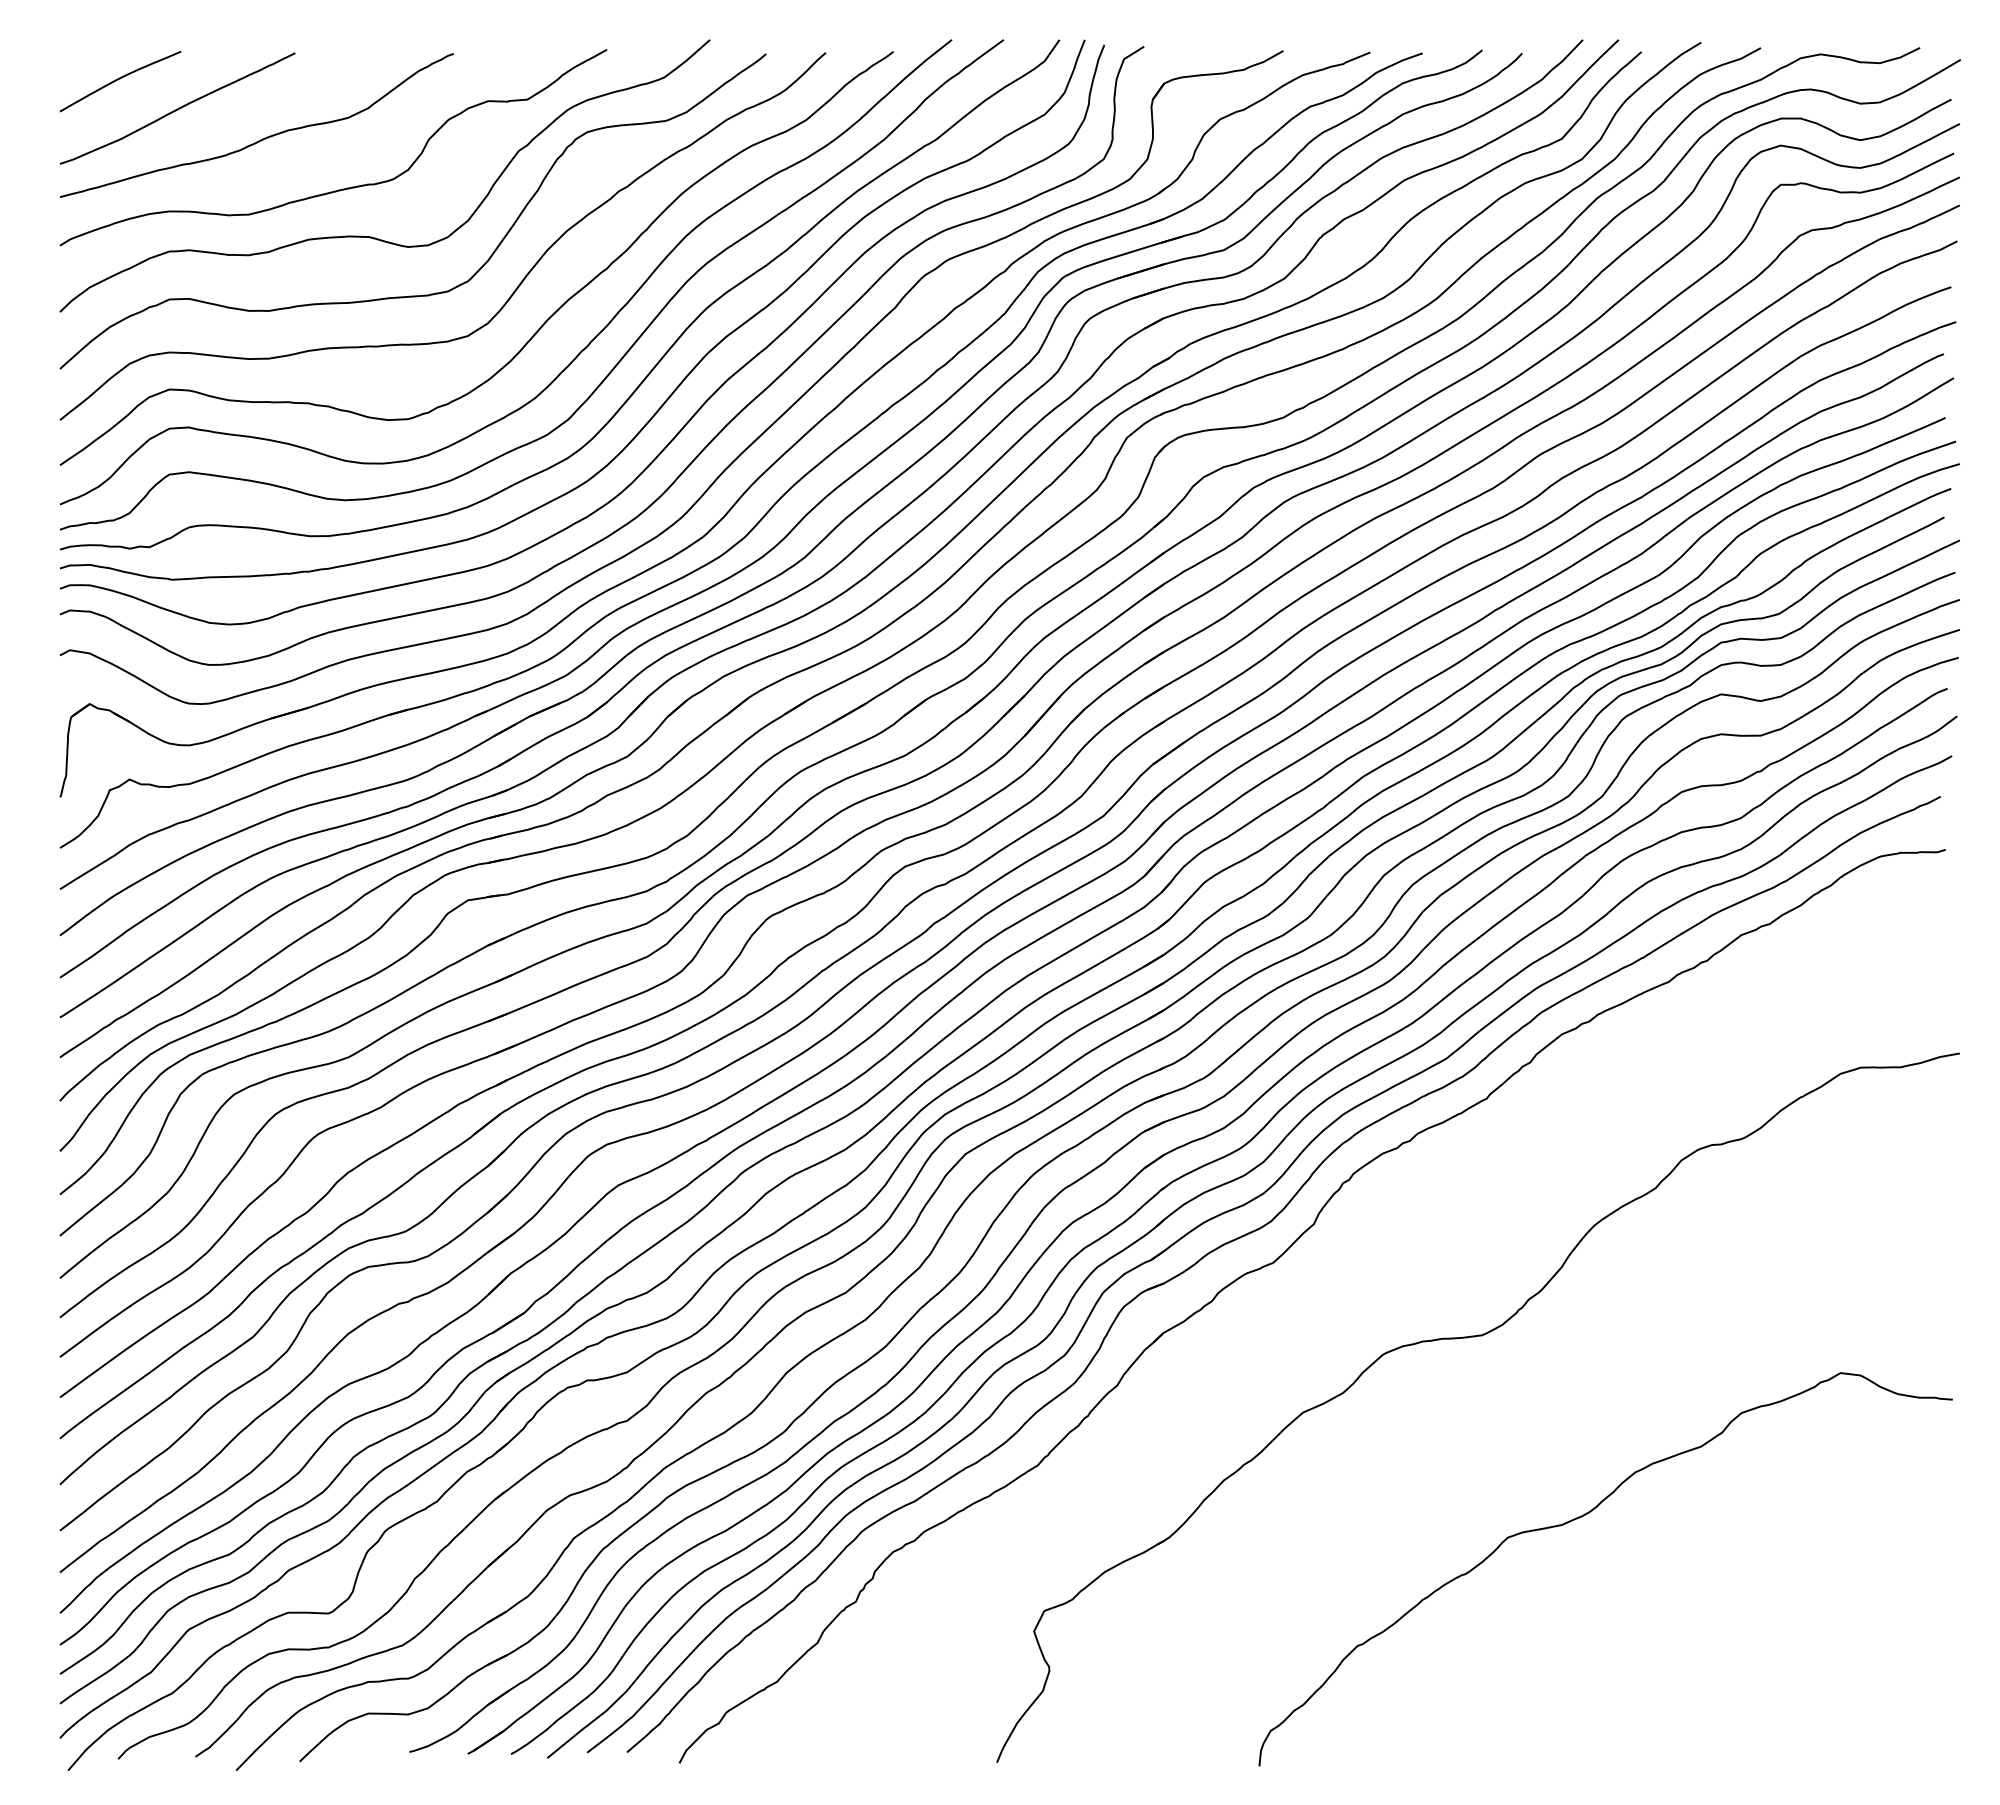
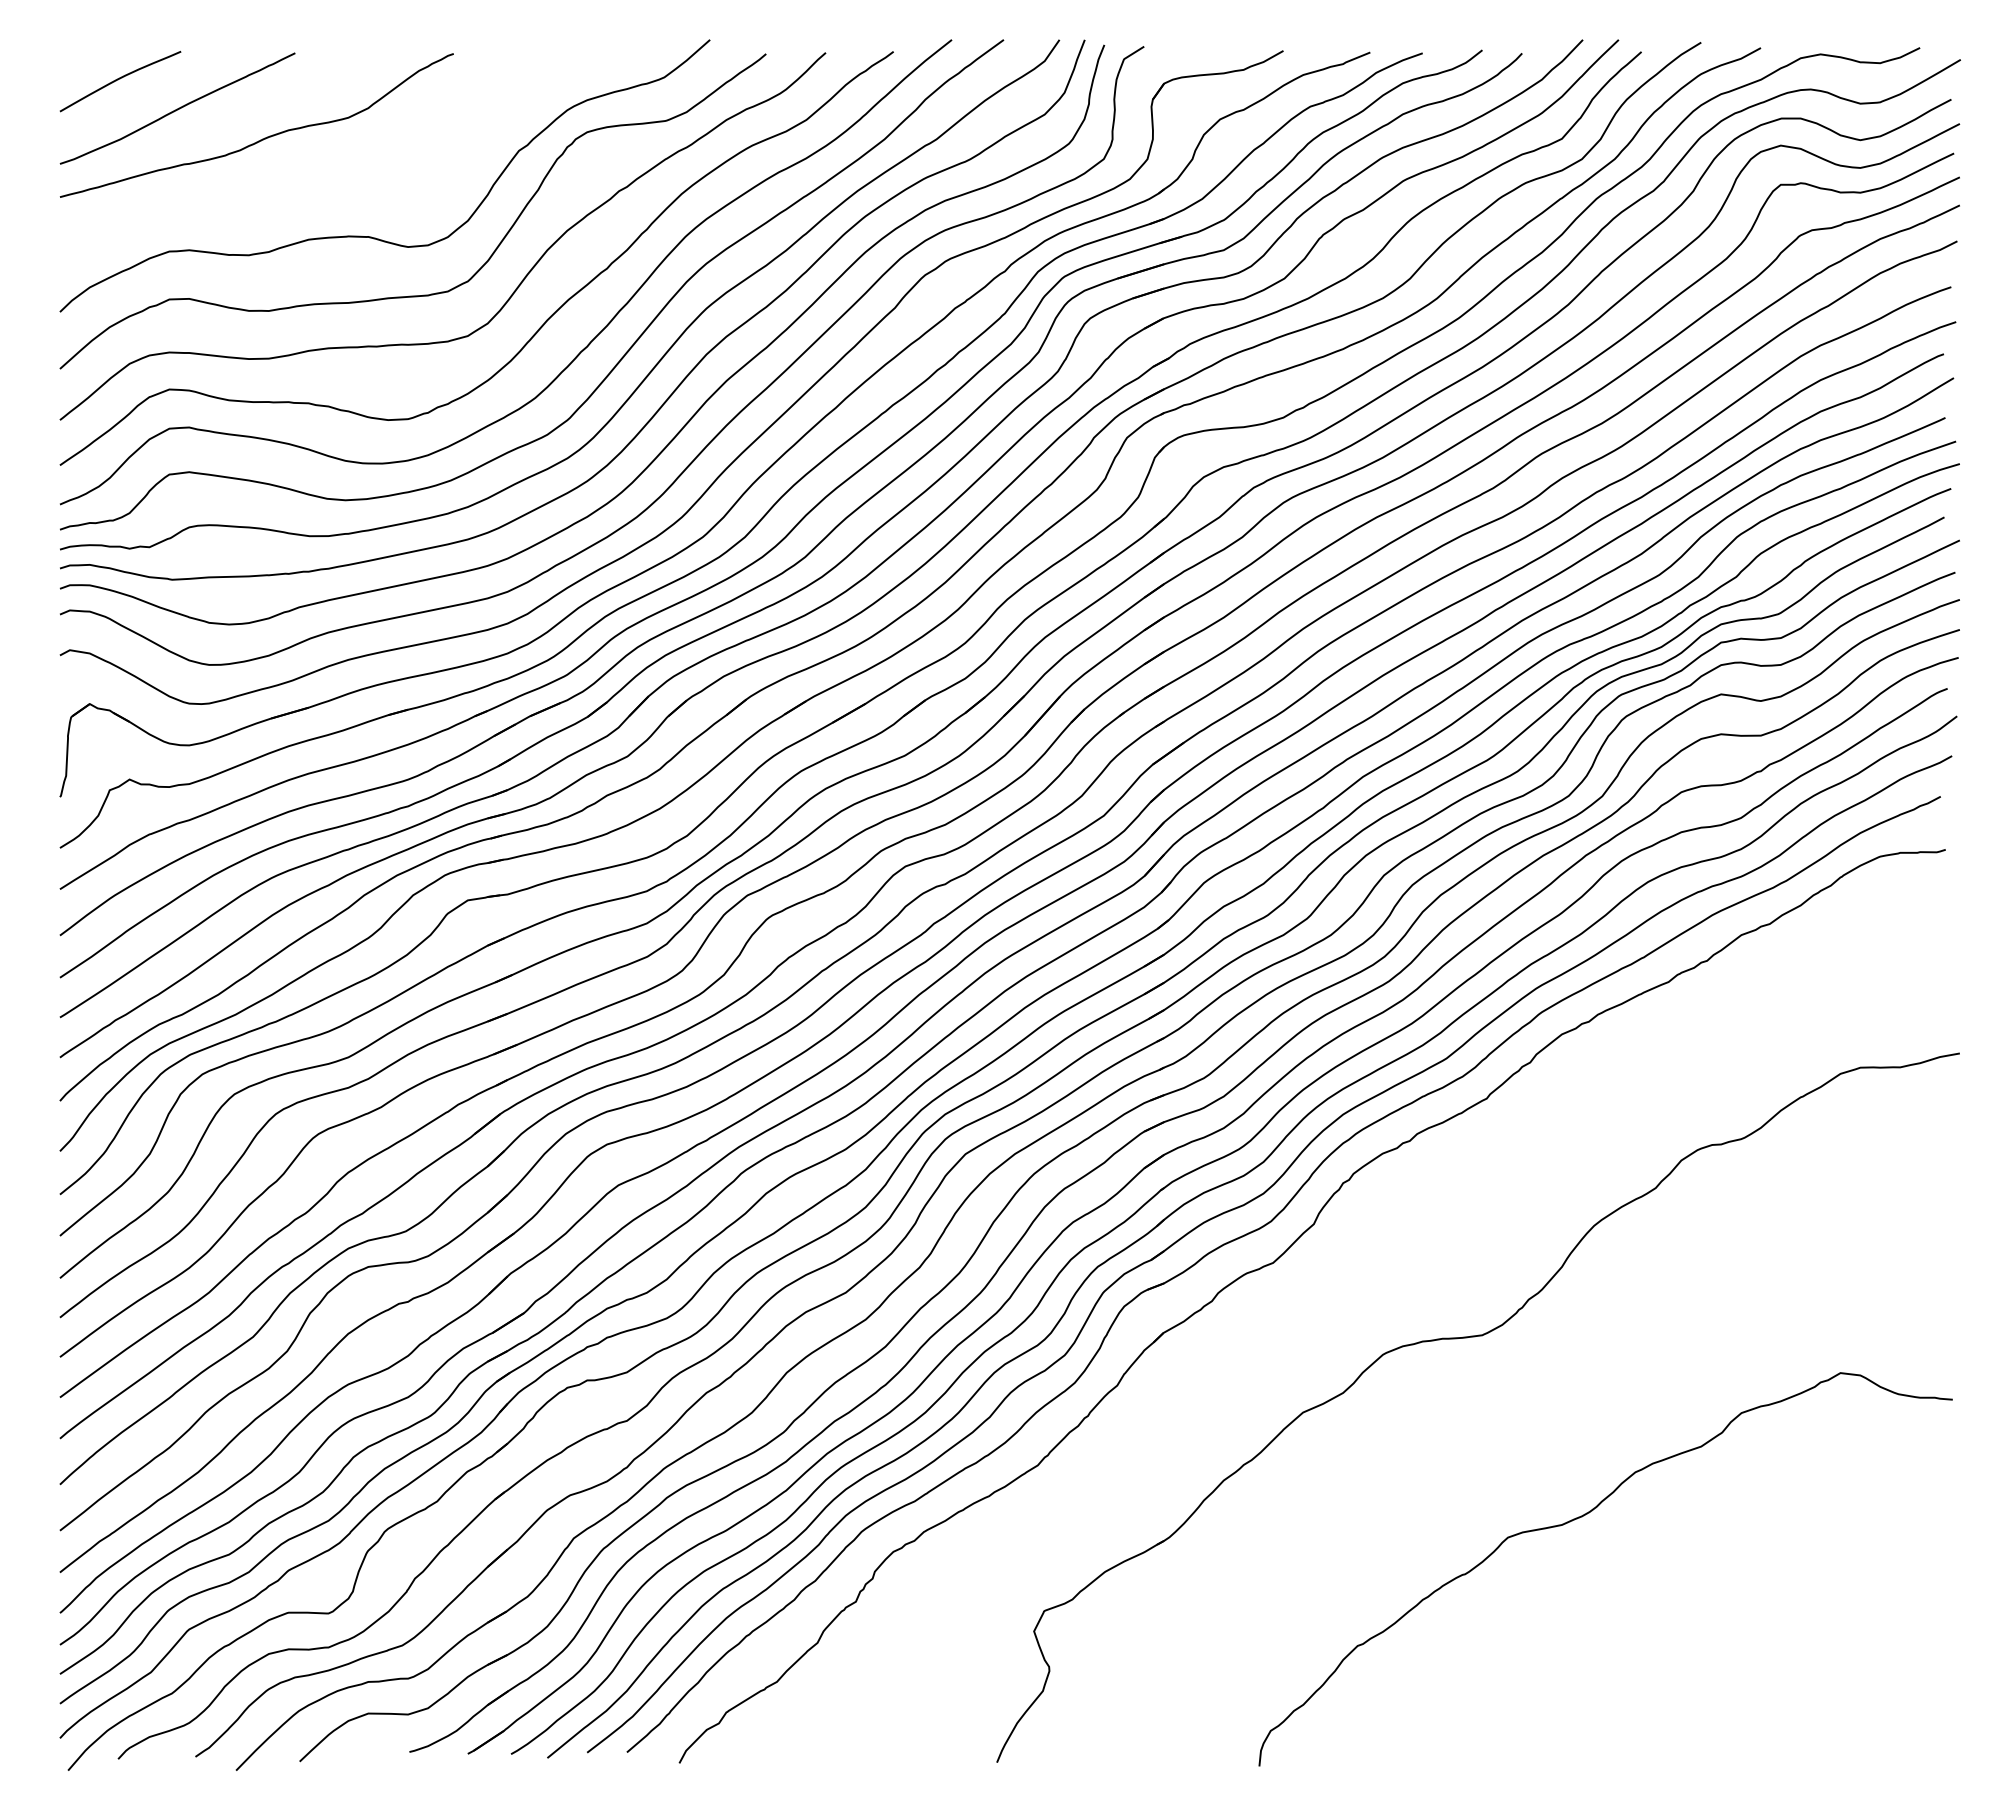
curve at (342, 188): present -> none
